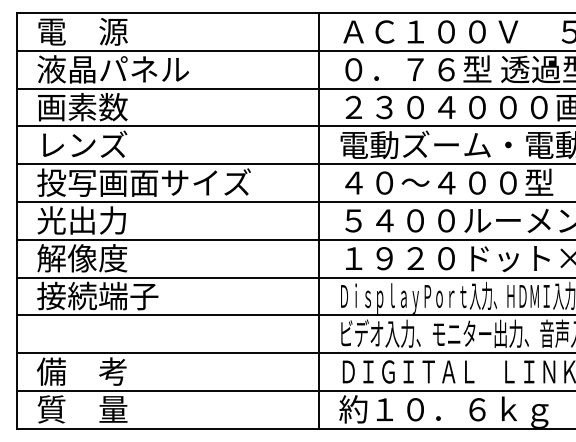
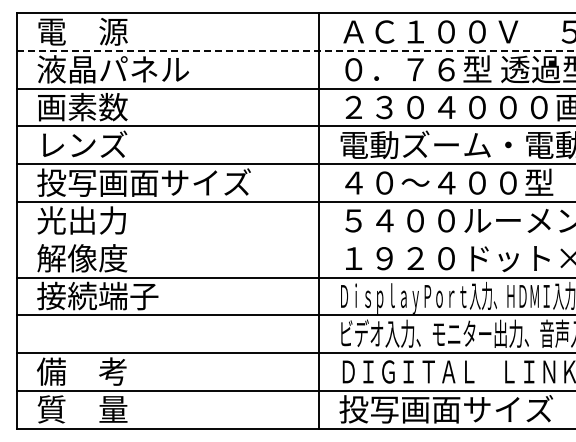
line at (297, 50): solid -> dashed
line at (294, 239): present -> none
text at (446, 411): 約１０．６ｋｇ -> 投写画面サイズ
